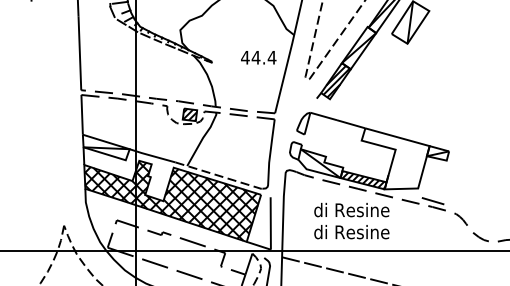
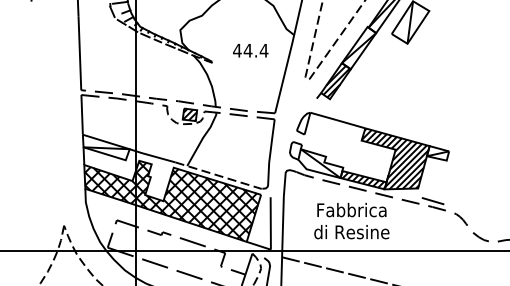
text at (258, 57) position: (258, 57) -> (250, 50)
hatch at (394, 158): none -> present
text at (351, 209): di Resine -> Fabbrica
